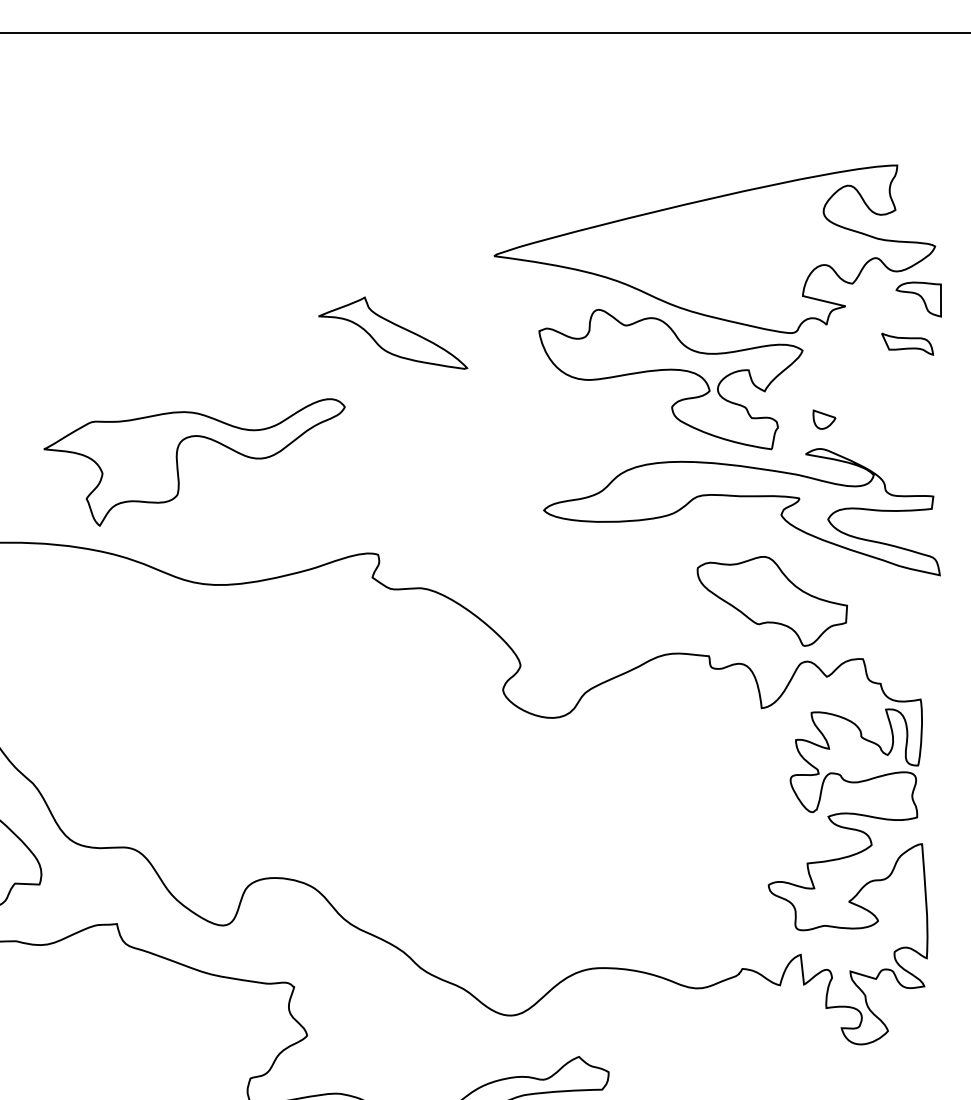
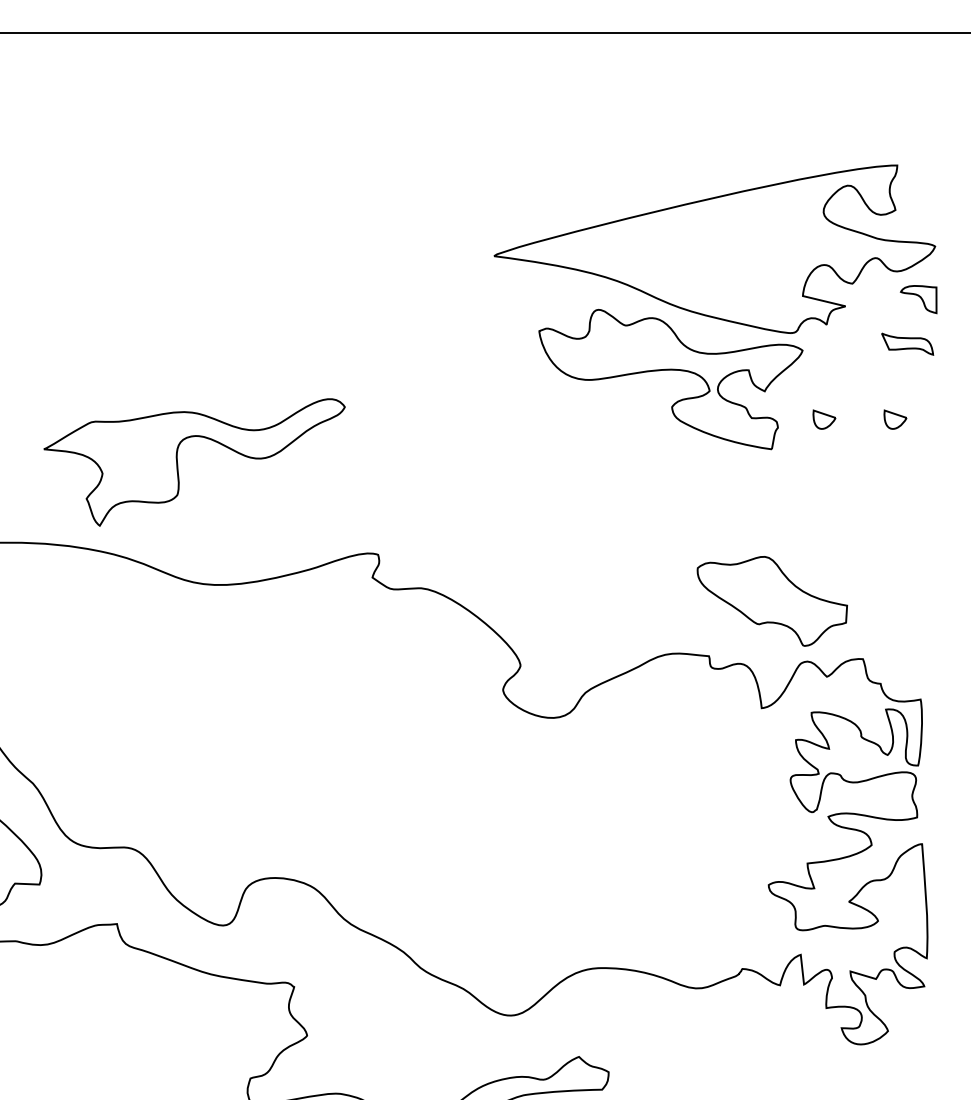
part at (918, 299) size: 47x37 px -> 39x30 px
part at (393, 332): present -> none
part at (895, 419): none -> present
part at (741, 497): present -> none
